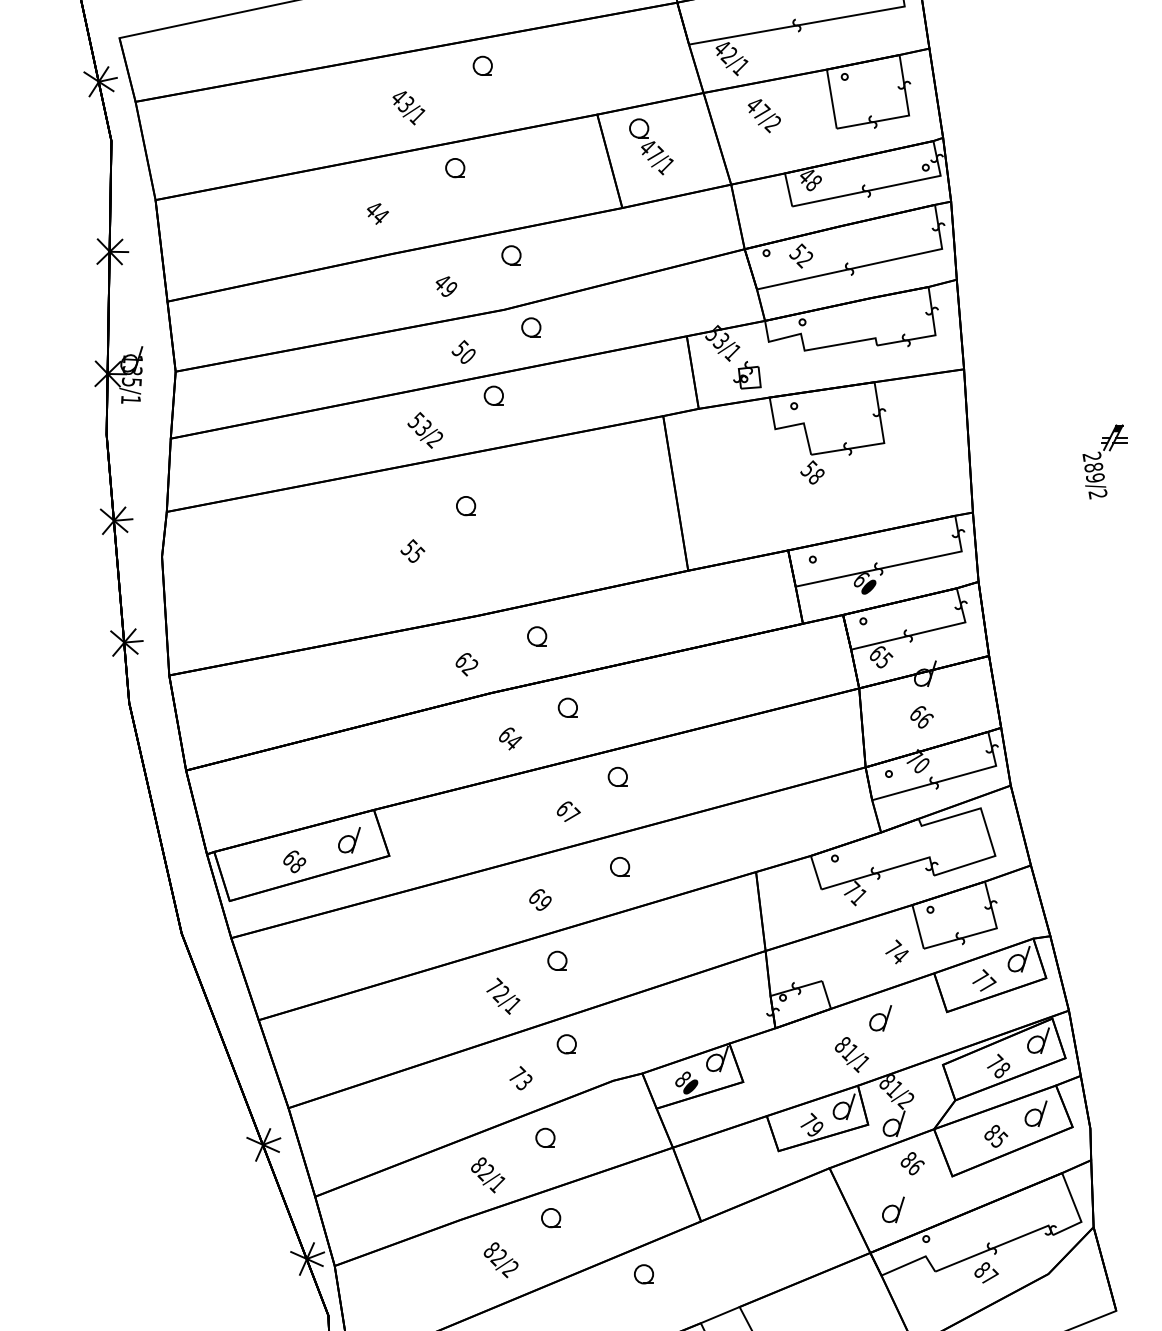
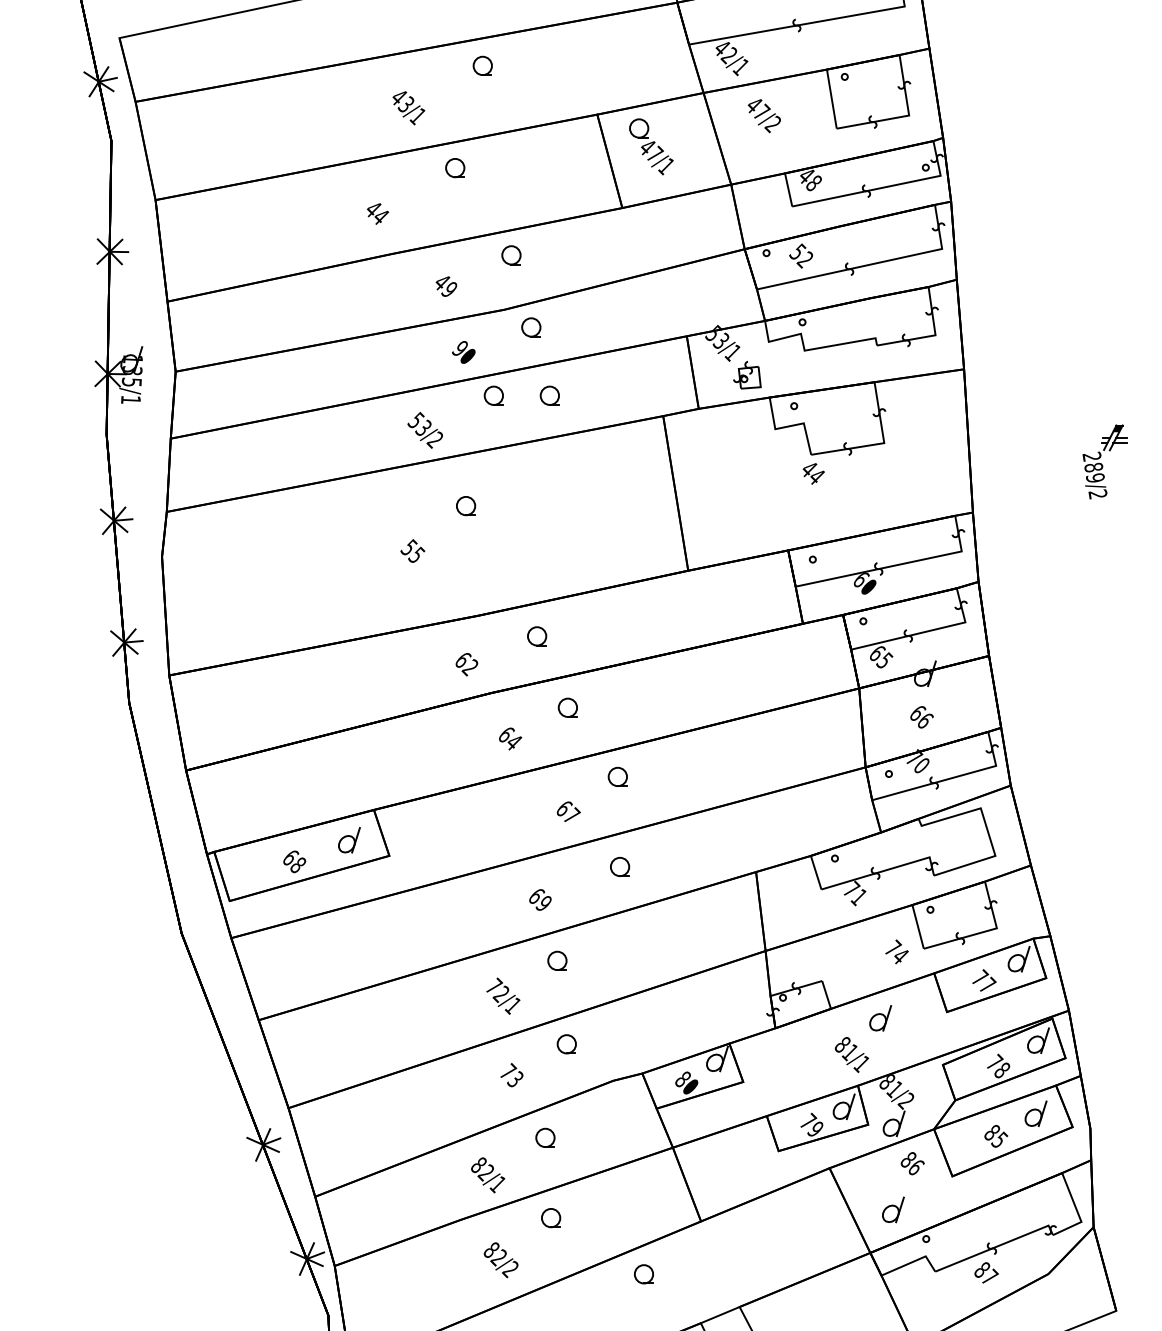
text at (462, 350): 50 -> 90
part at (549, 395): none -> present
text at (812, 472): 58 -> 44
text at (520, 1078) position: (520, 1078) -> (511, 1075)
